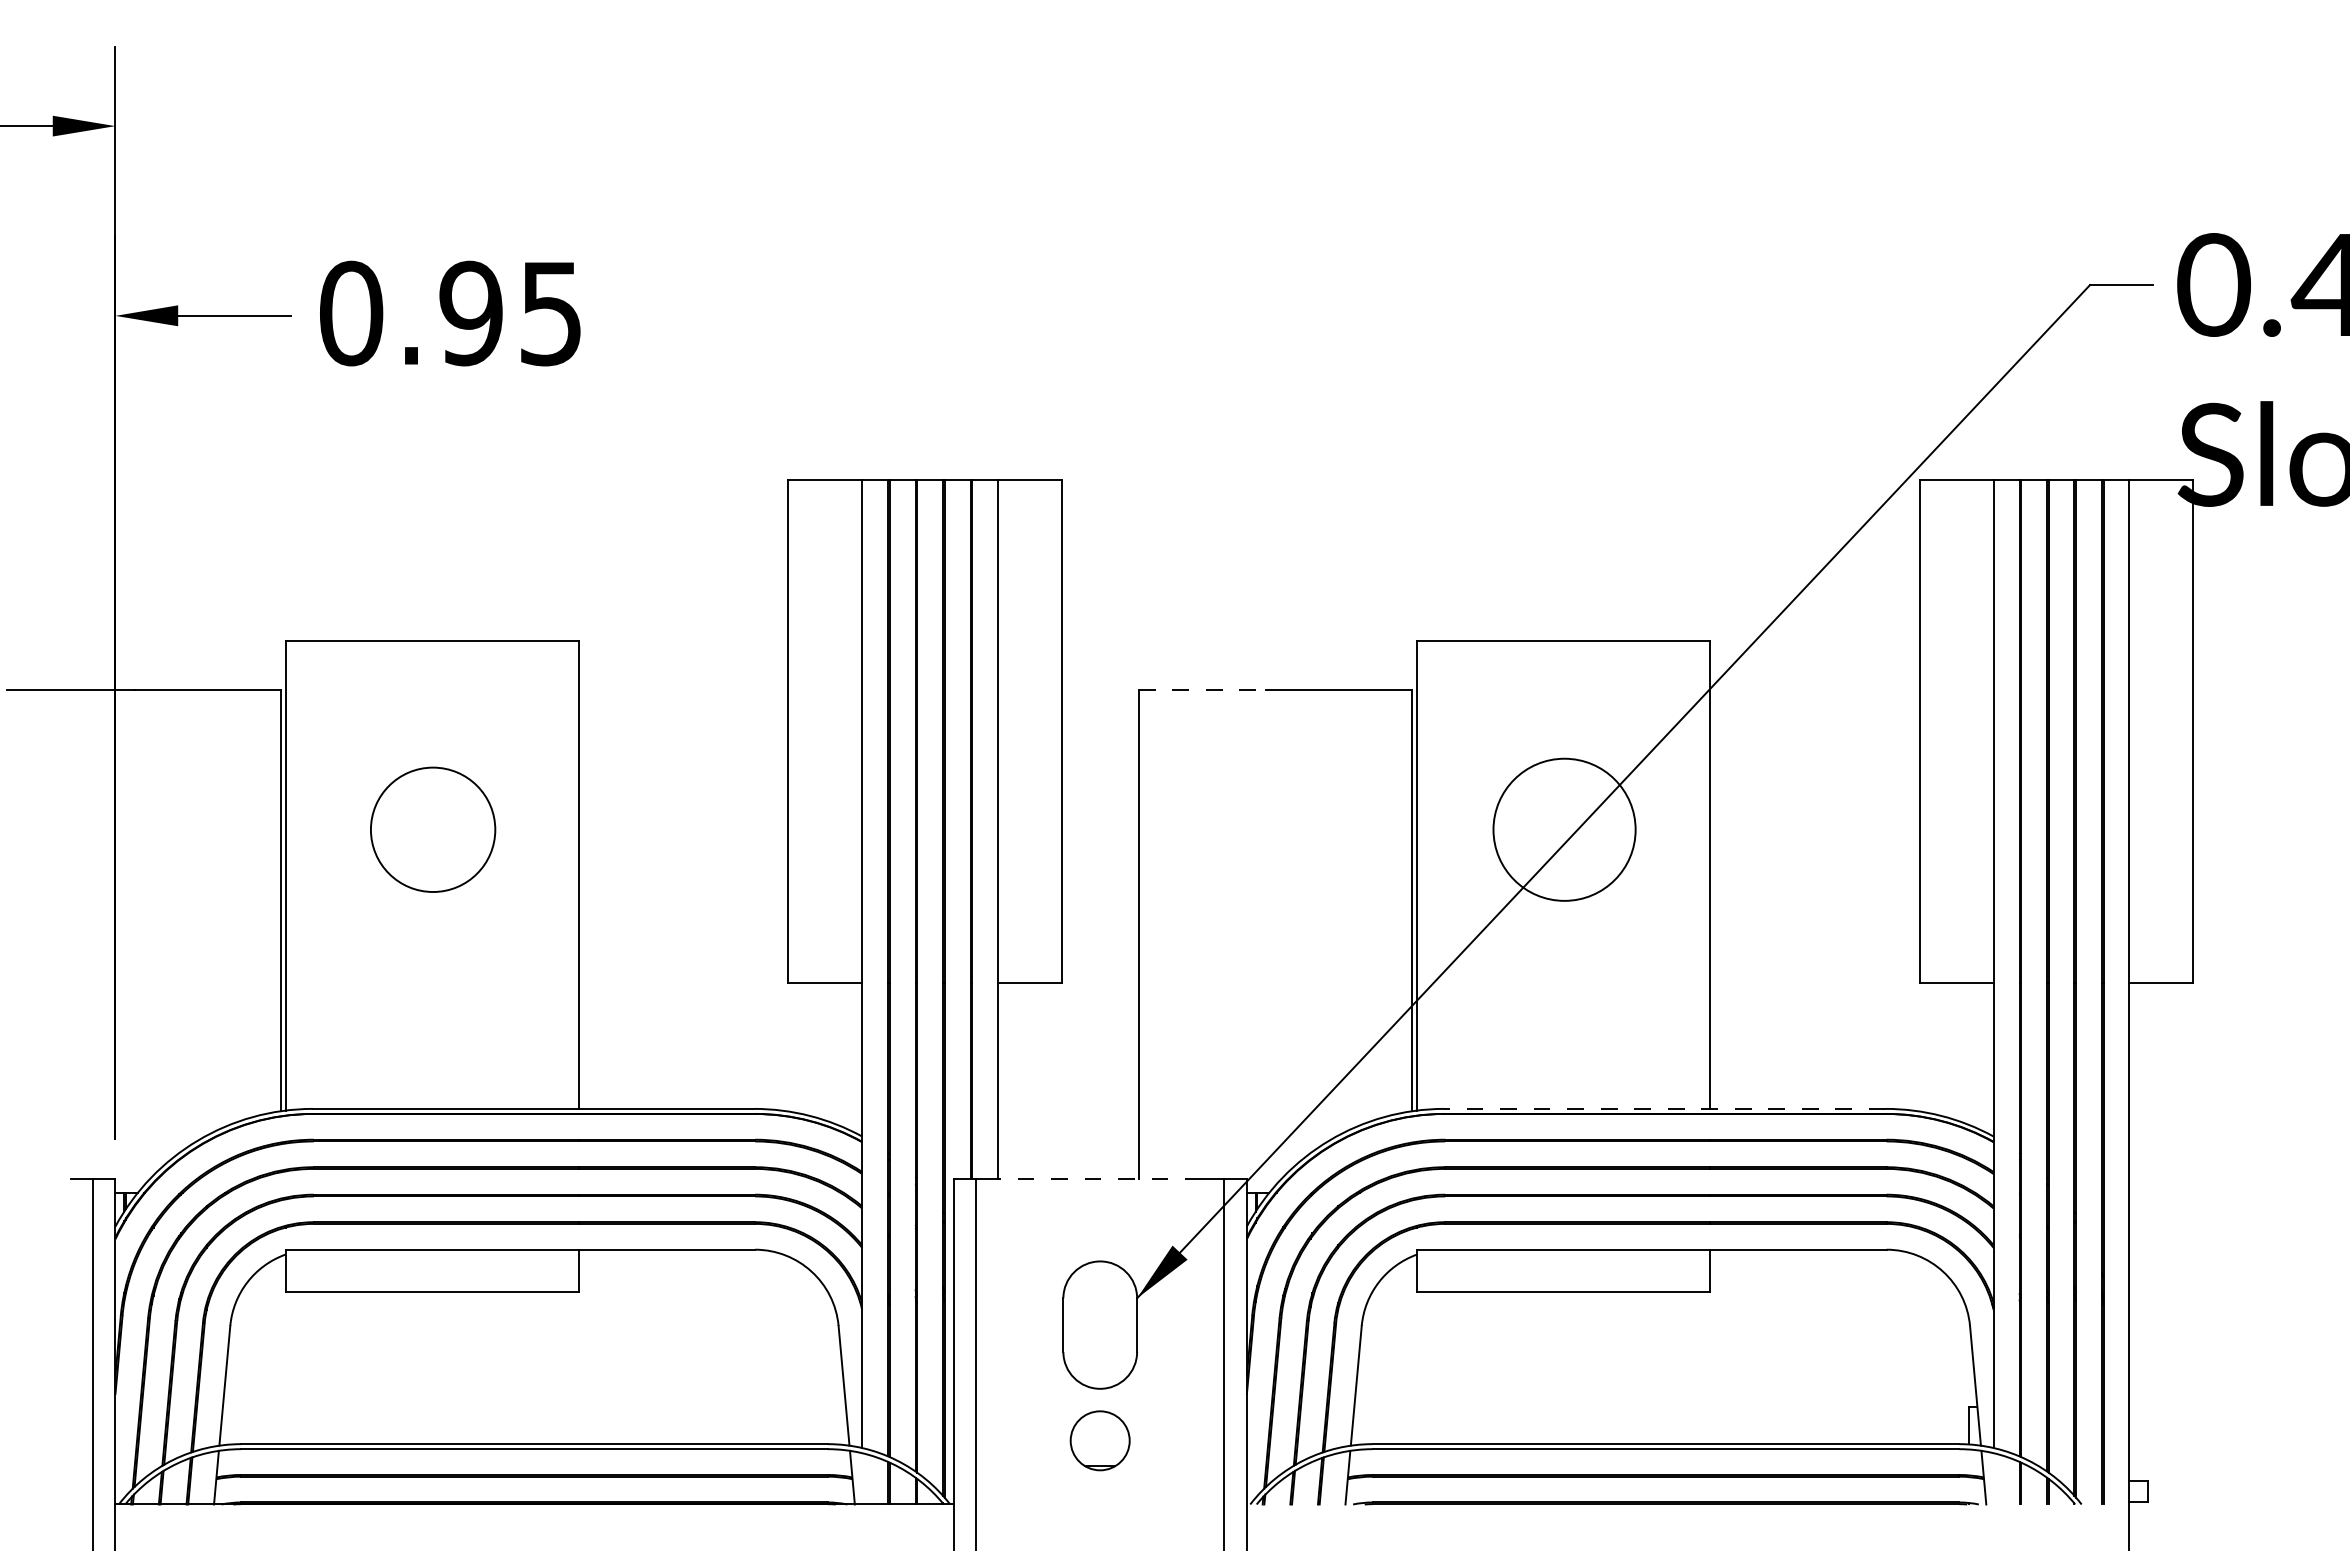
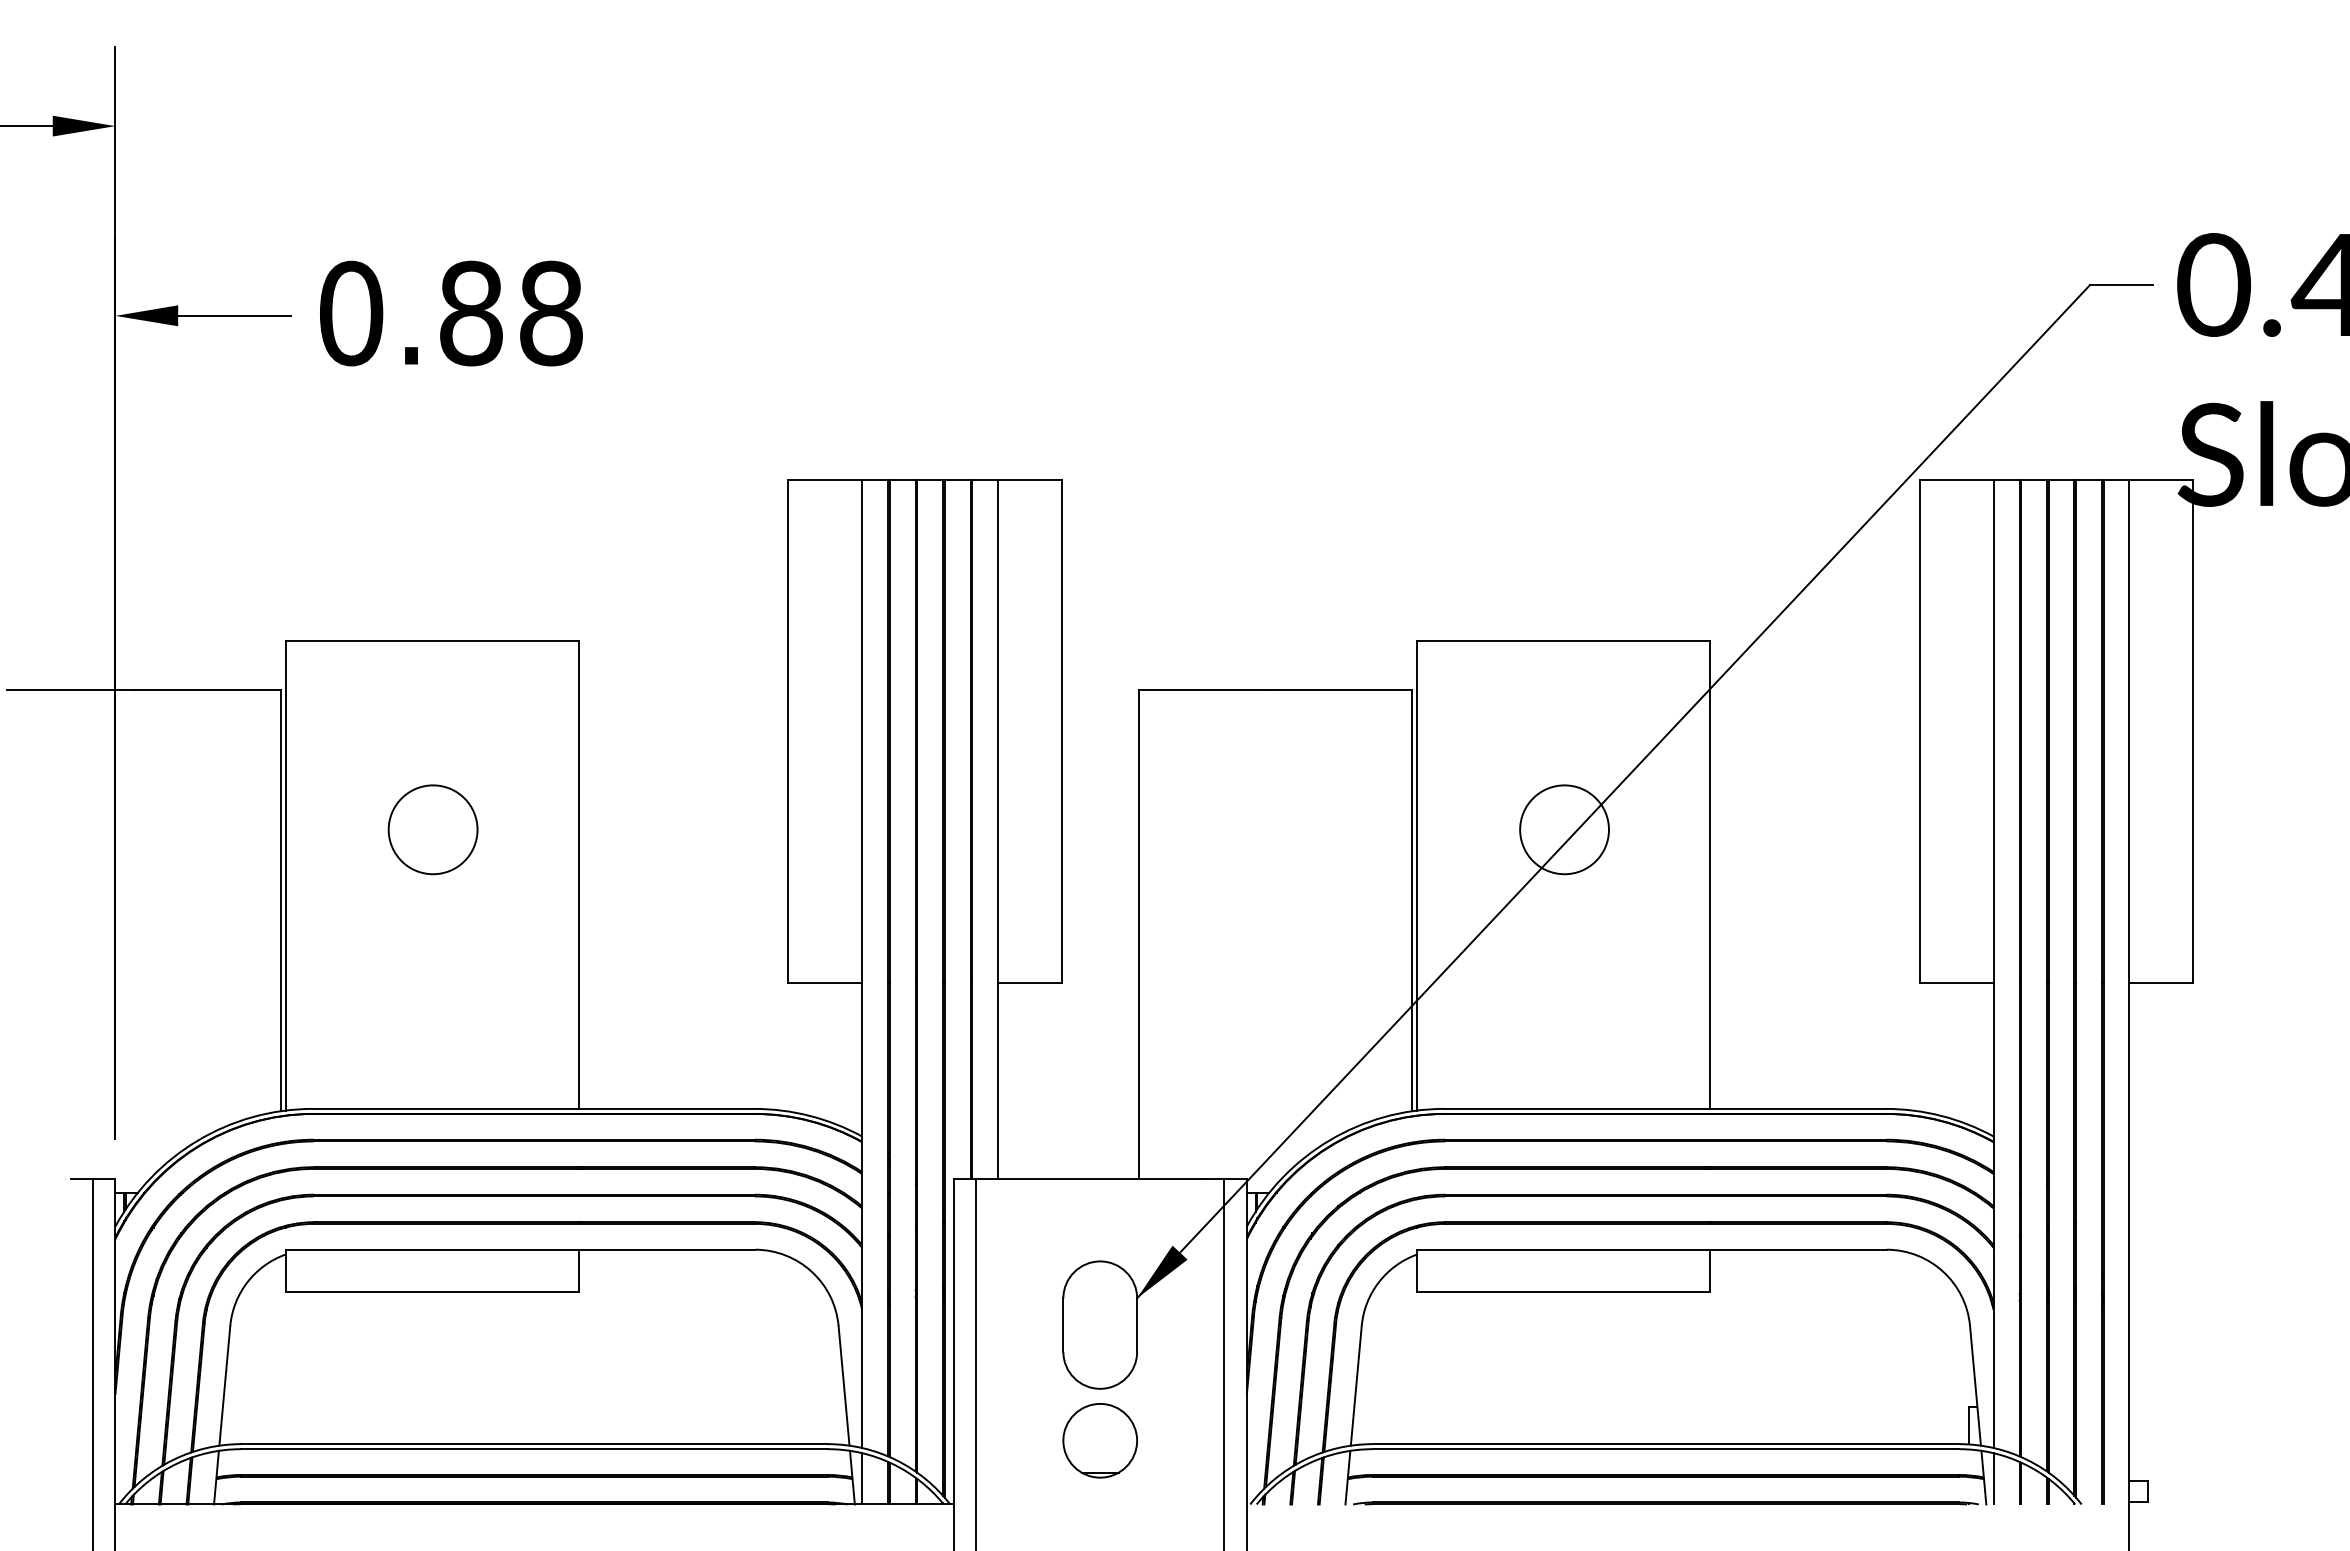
text at (510, 313): 0.95 -> 0.88
line at (1202, 689): dashed -> solid
circle at (432, 829) diameter: 124 px -> 89 px
circle at (1564, 829) diameter: 142 px -> 89 px
line at (1665, 1108): dashed -> solid
line at (1100, 1179): dashed -> solid
part at (1099, 1440) size: 62x62 px -> 76x76 px
line at (862, 1478): none -> present
line at (1993, 1478): none -> present
